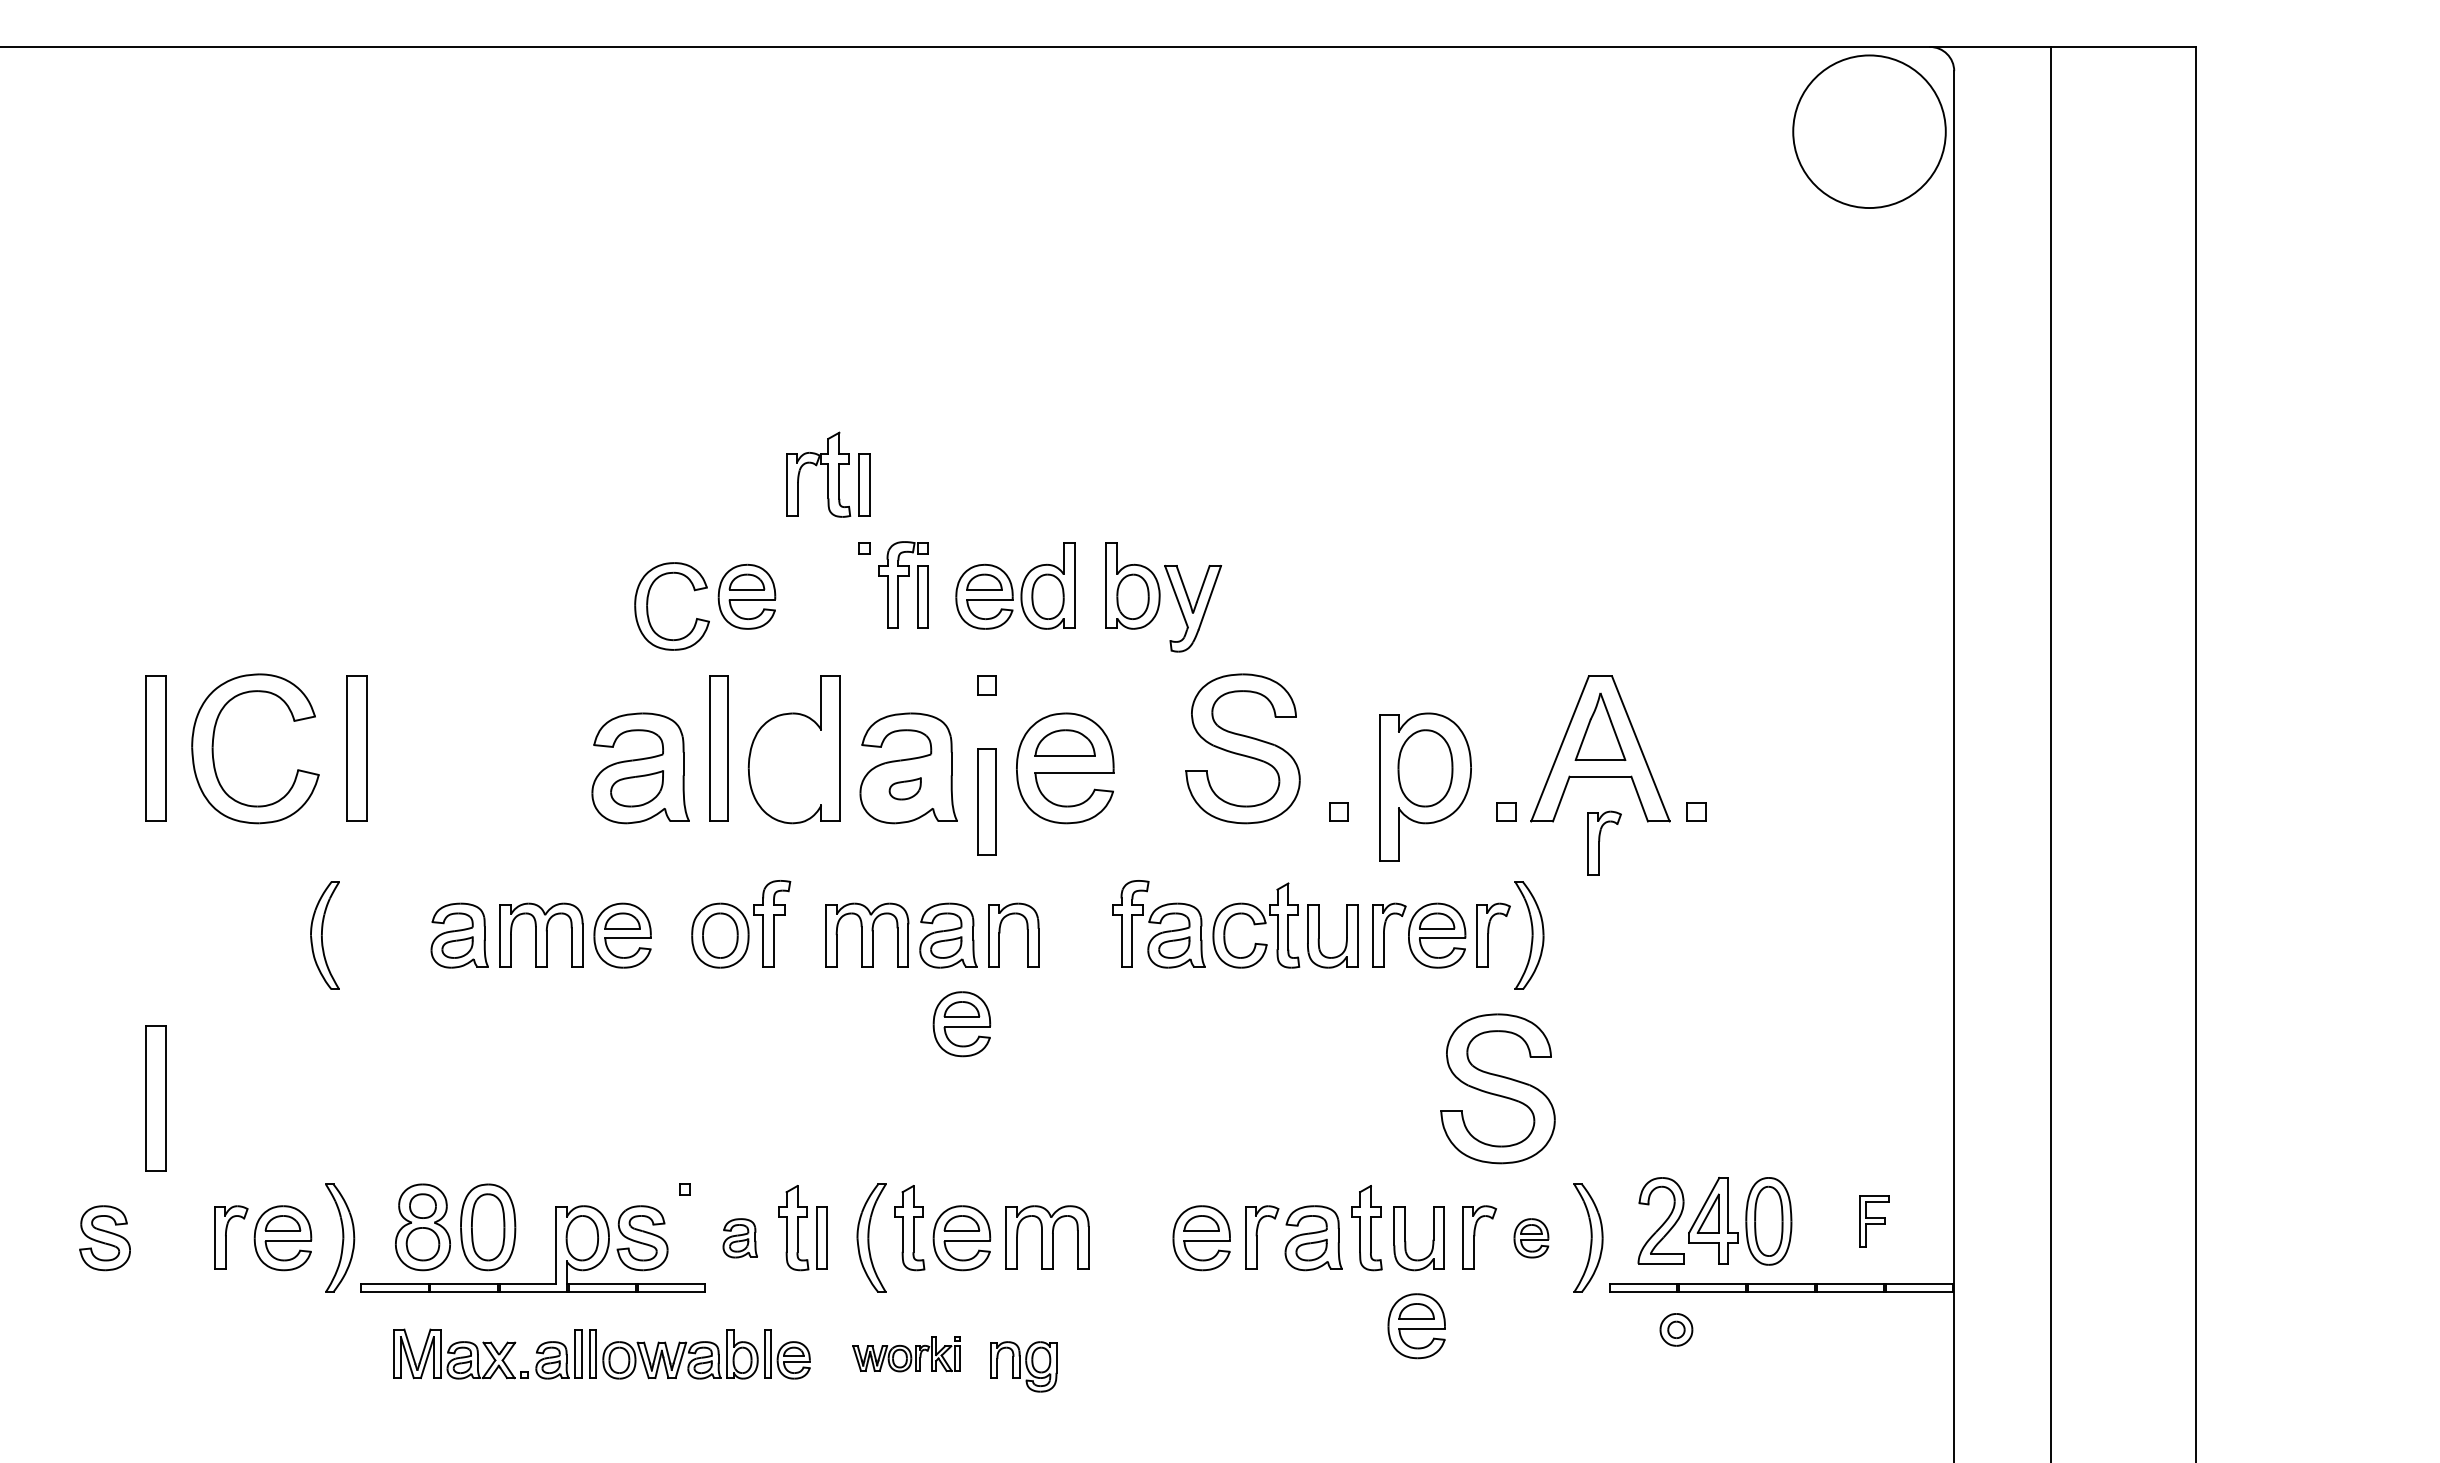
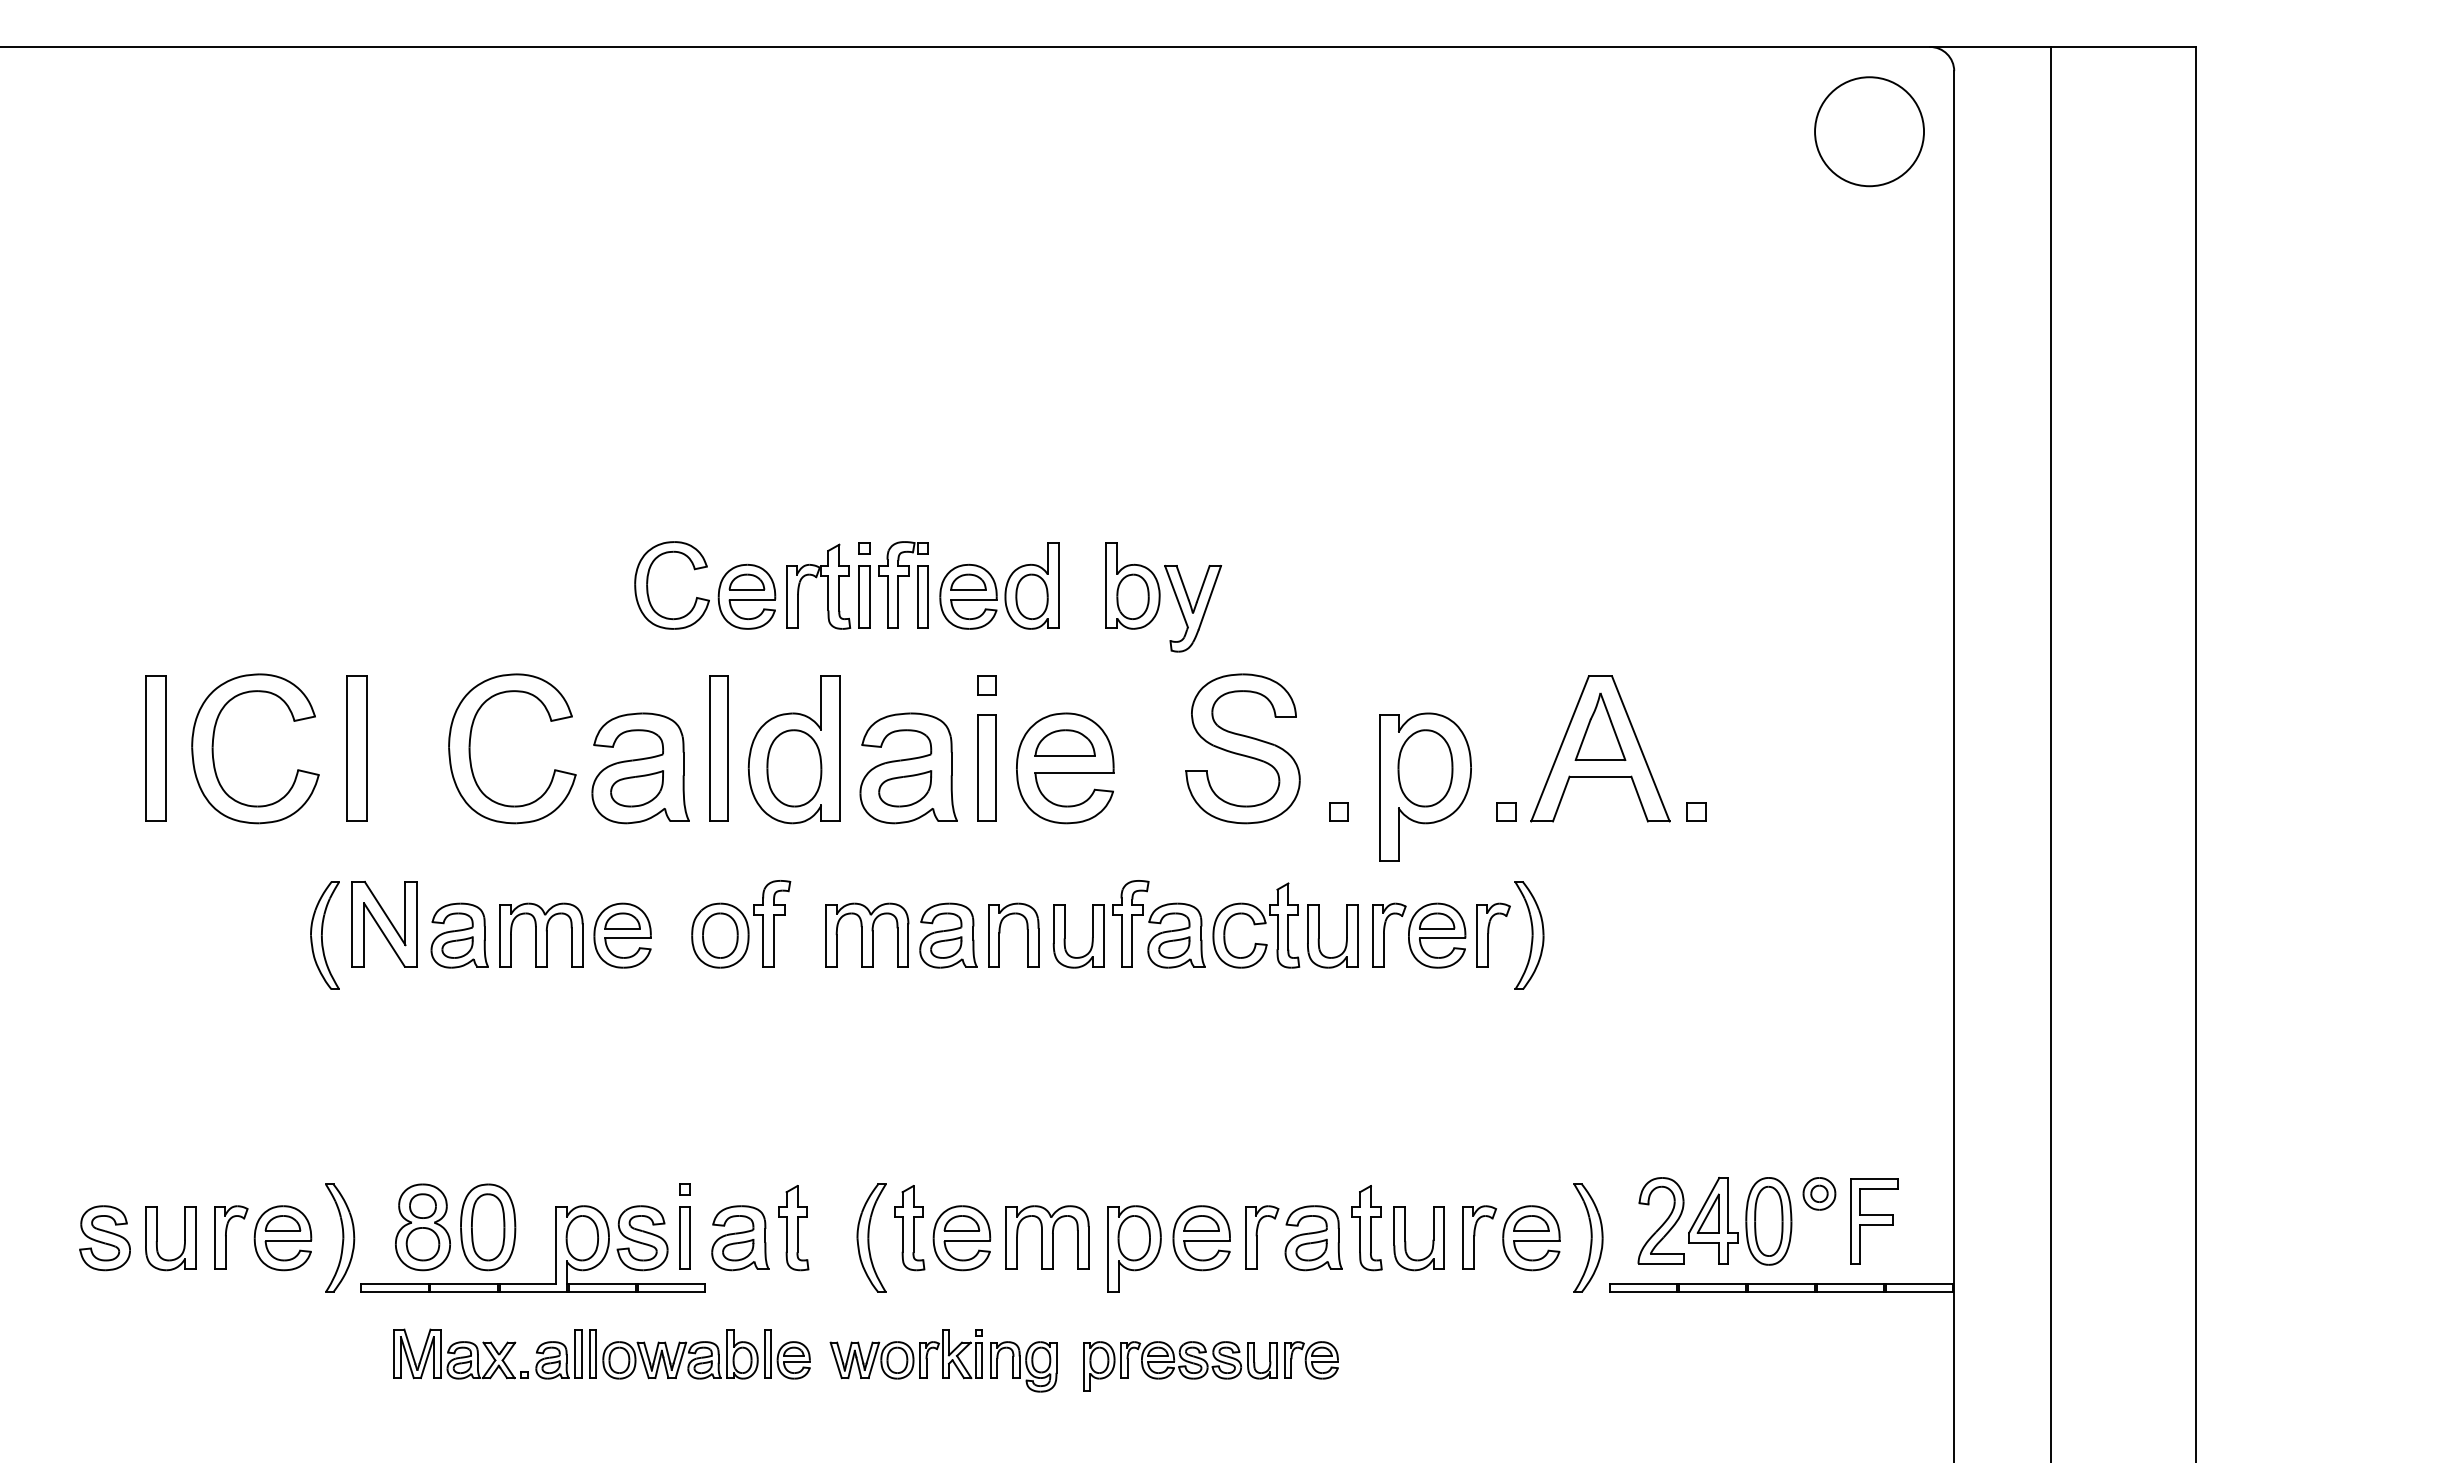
circle at (1869, 131) diameter: 153 px -> 109 px
part at (828, 474) position: (828, 474) -> (828, 586)
part at (1015, 585) position: (1015, 585) -> (999, 585)
part at (648, 608) position: (648, 608) -> (648, 587)
part at (470, 748): none -> present
part at (794, 768): none -> present
part at (904, 788) size: 34x24 px -> 55x38 px
part at (986, 801) position: (986, 801) -> (986, 767)
part at (1604, 842): present -> none
part at (384, 924): none -> present
part at (1065, 936): none -> present
part at (961, 1024): present -> none
part at (1497, 1088): present -> none
part at (155, 1098): present -> none
part at (1874, 1221) size: 31x53 px -> 49x87 px
part at (821, 1237) position: (821, 1237) -> (684, 1237)
part at (157, 1238): none -> present
part at (739, 1238) size: 36x41 px -> 59x67 px
part at (1531, 1238) size: 37x41 px -> 59x67 px
part at (1134, 1248): none -> present
part at (1416, 1326): present -> none
part at (1676, 1329) position: (1676, 1329) -> (1819, 1193)
part at (906, 1354) size: 109x37 px -> 154x51 px
part at (1210, 1366): none -> present
